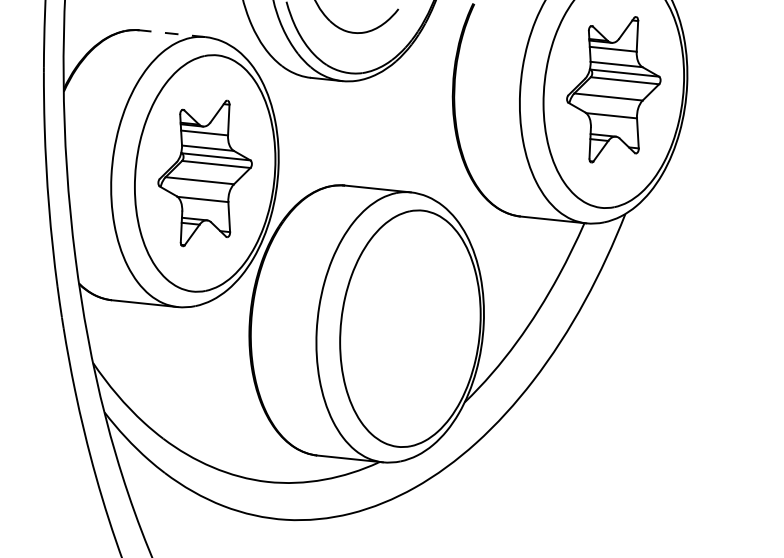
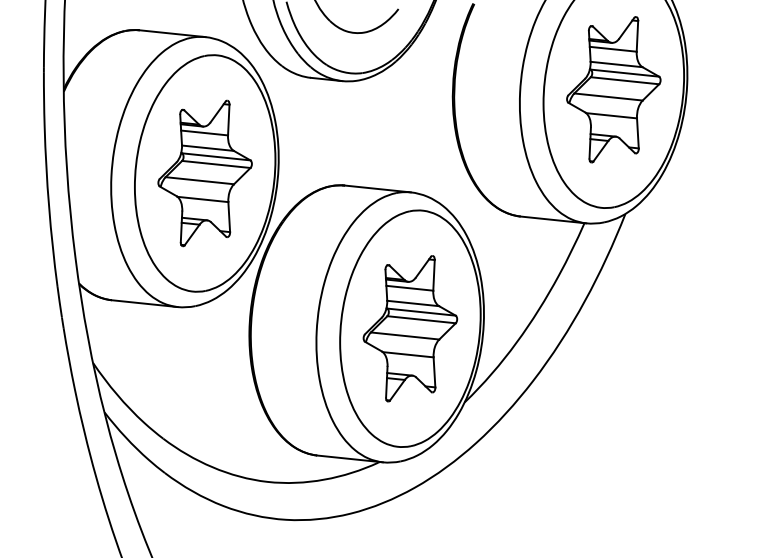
line at (172, 33): dashed -> solid
part at (410, 328): none -> present
